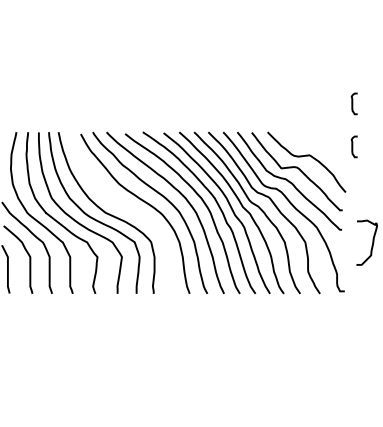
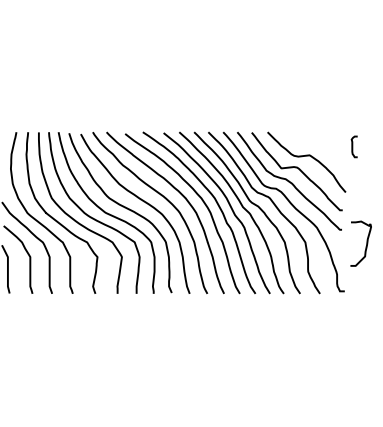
curve at (353, 103): present -> none
curve at (122, 207): none -> present
curve at (371, 245) position: (371, 245) -> (365, 246)
